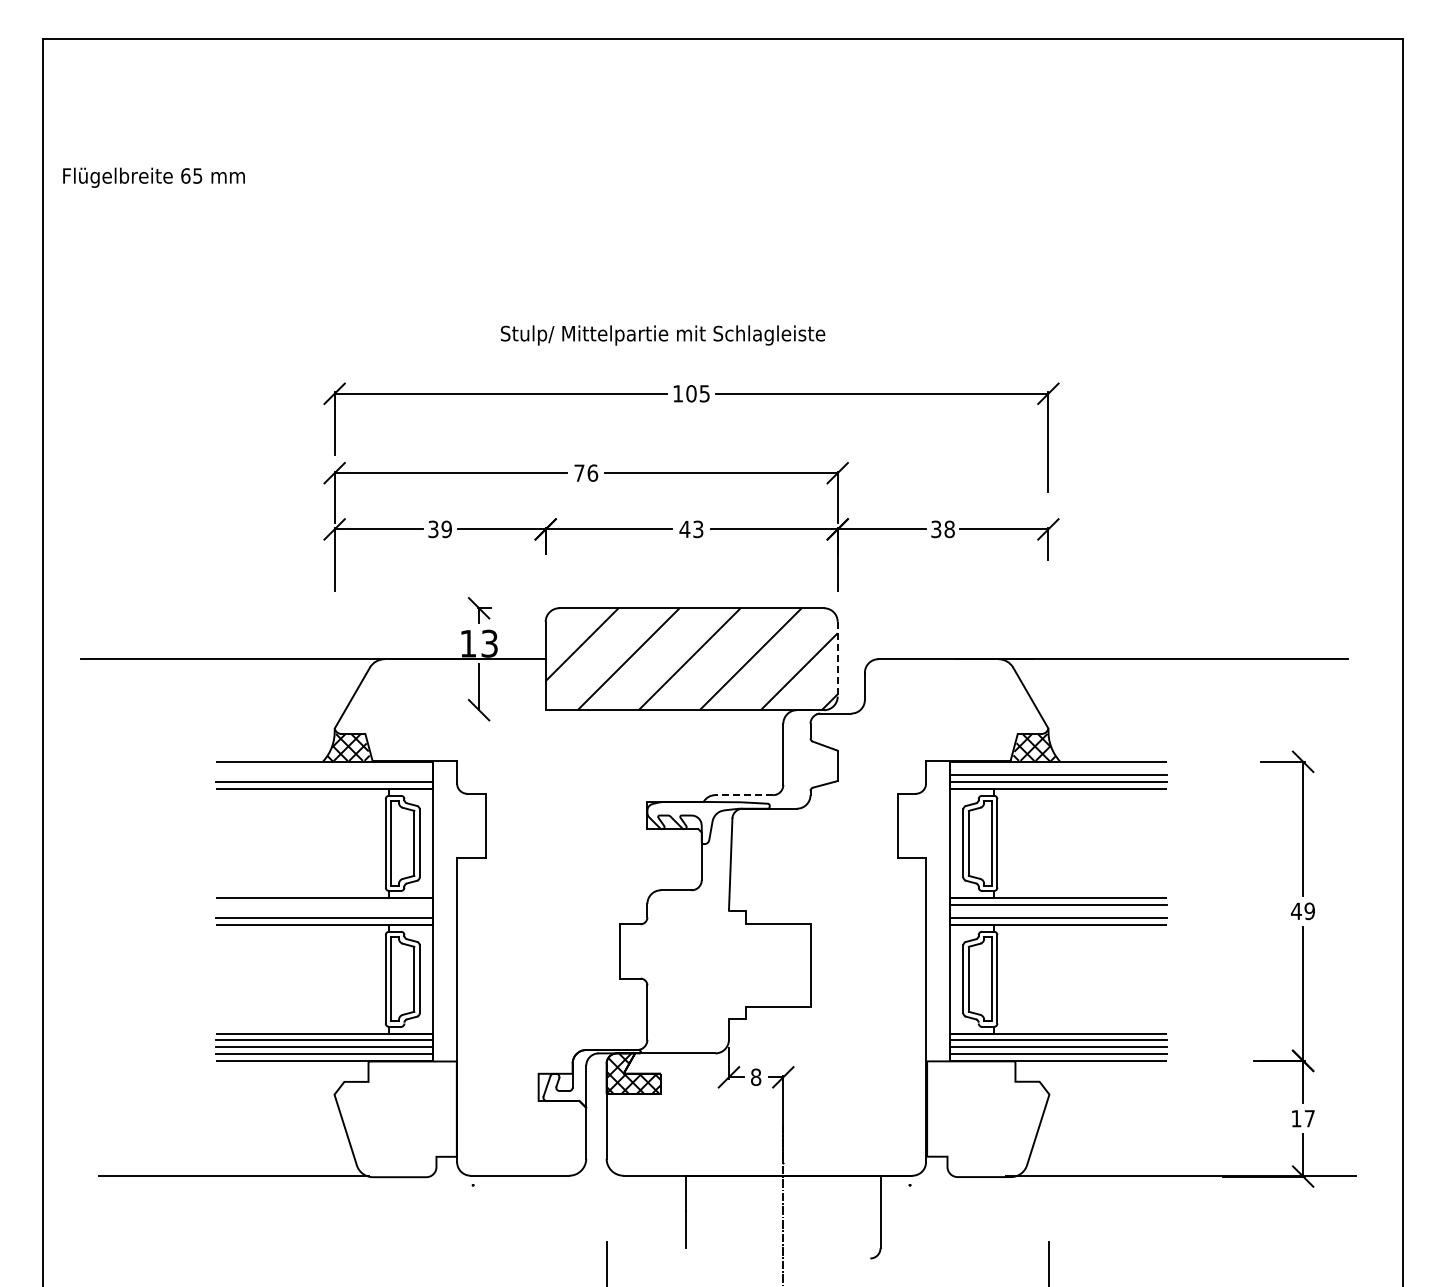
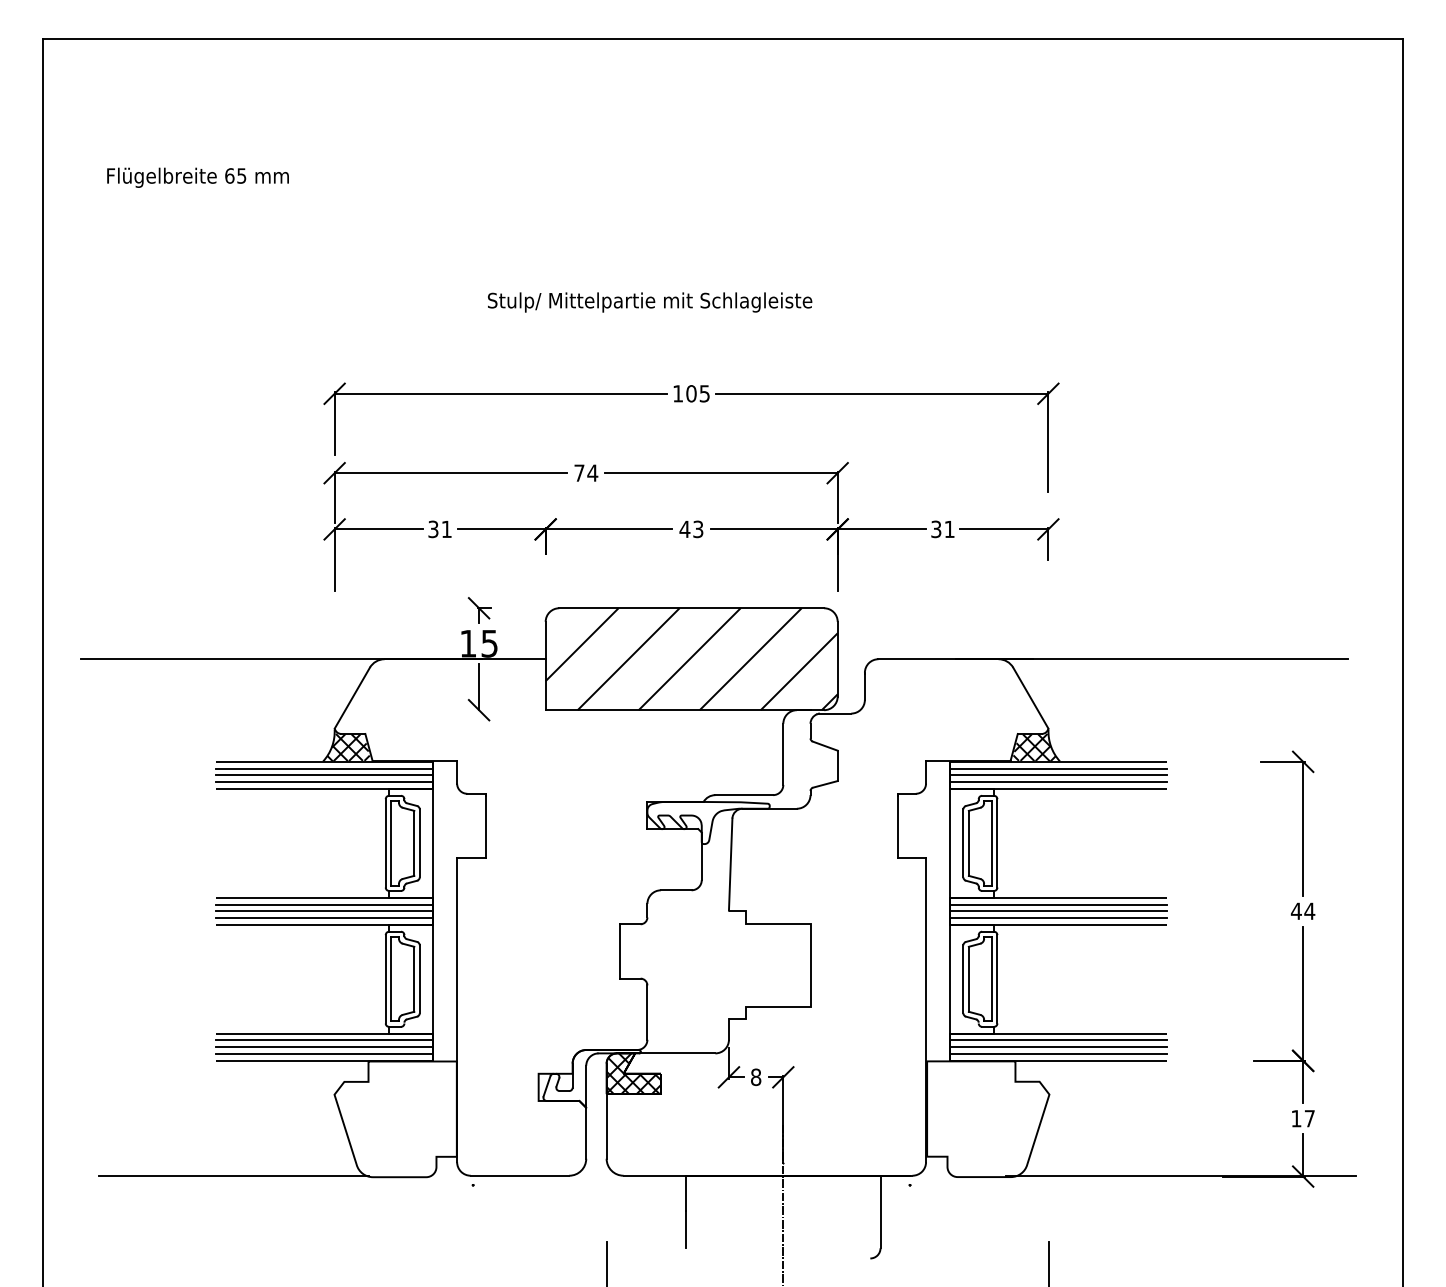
text at (153, 177) position: (153, 177) -> (197, 177)
text at (663, 335) position: (663, 335) -> (650, 302)
text at (592, 472): 76 -> 74
text at (446, 529): 39 -> 31
text at (949, 529): 38 -> 31
text at (489, 643): 13 -> 15
line at (837, 659): dashed -> solid
line at (324, 768): none -> present
line at (1057, 768): none -> present
line at (324, 775): none -> present
line at (744, 795): dashed -> solid
line at (324, 904): none -> present
line at (324, 911): none -> present
line at (1057, 911): none -> present
text at (1309, 911): 49 -> 44
